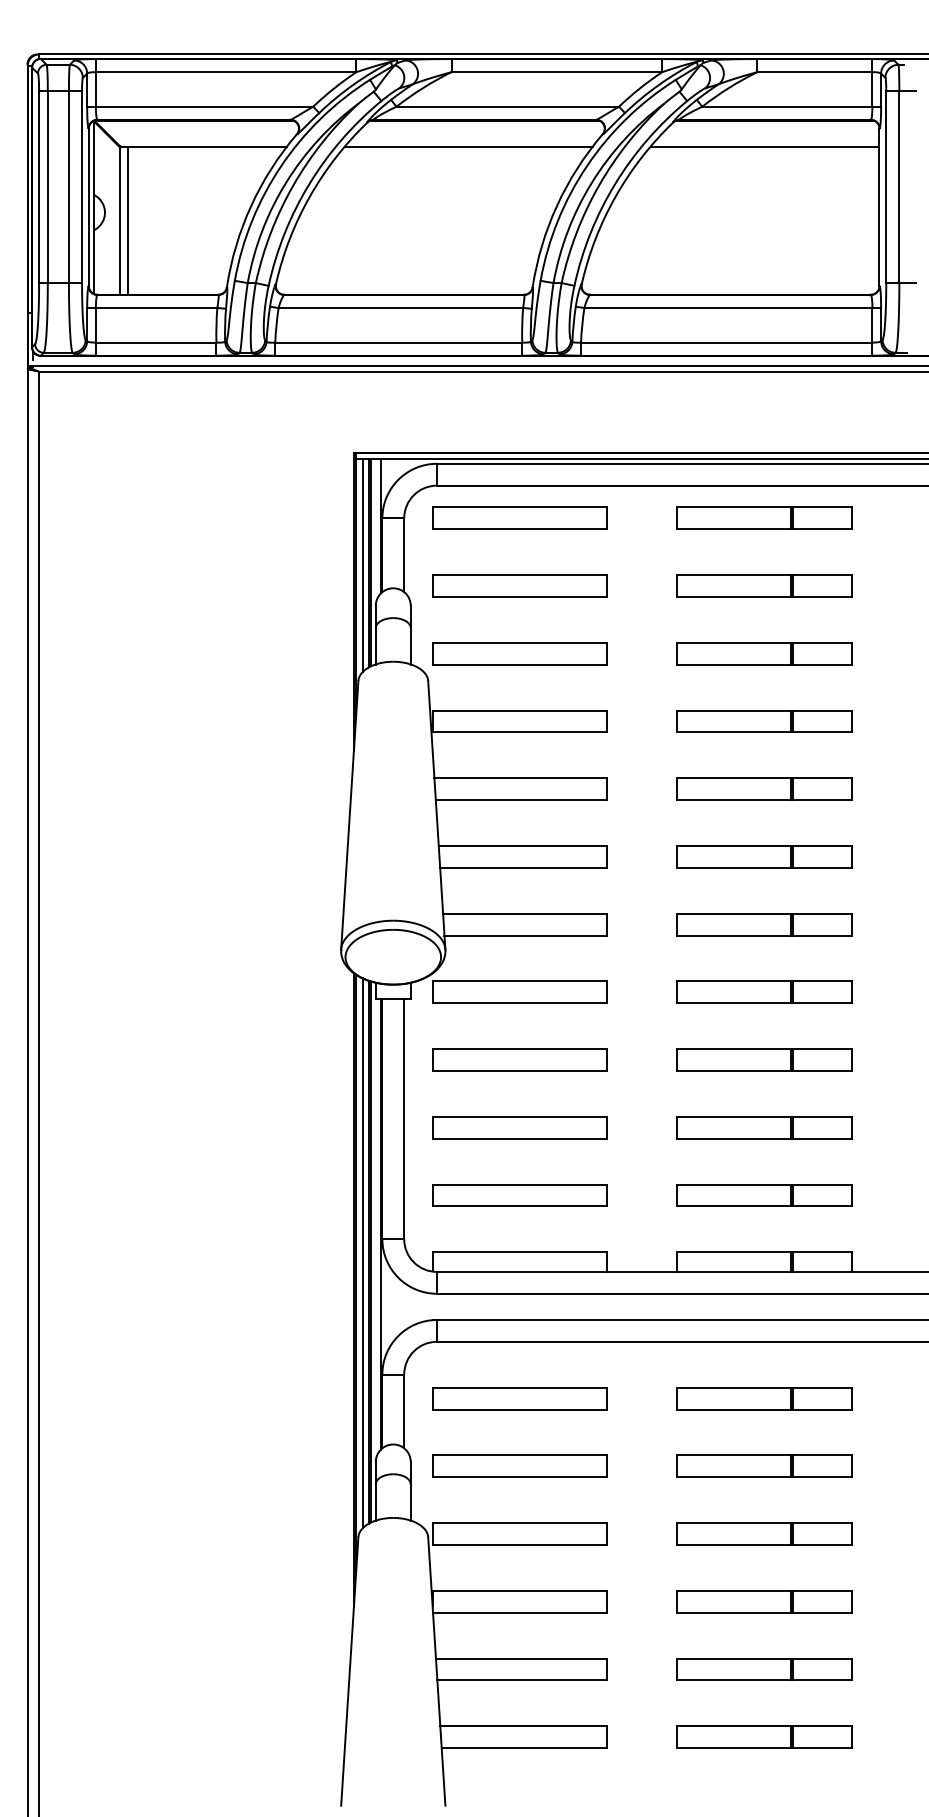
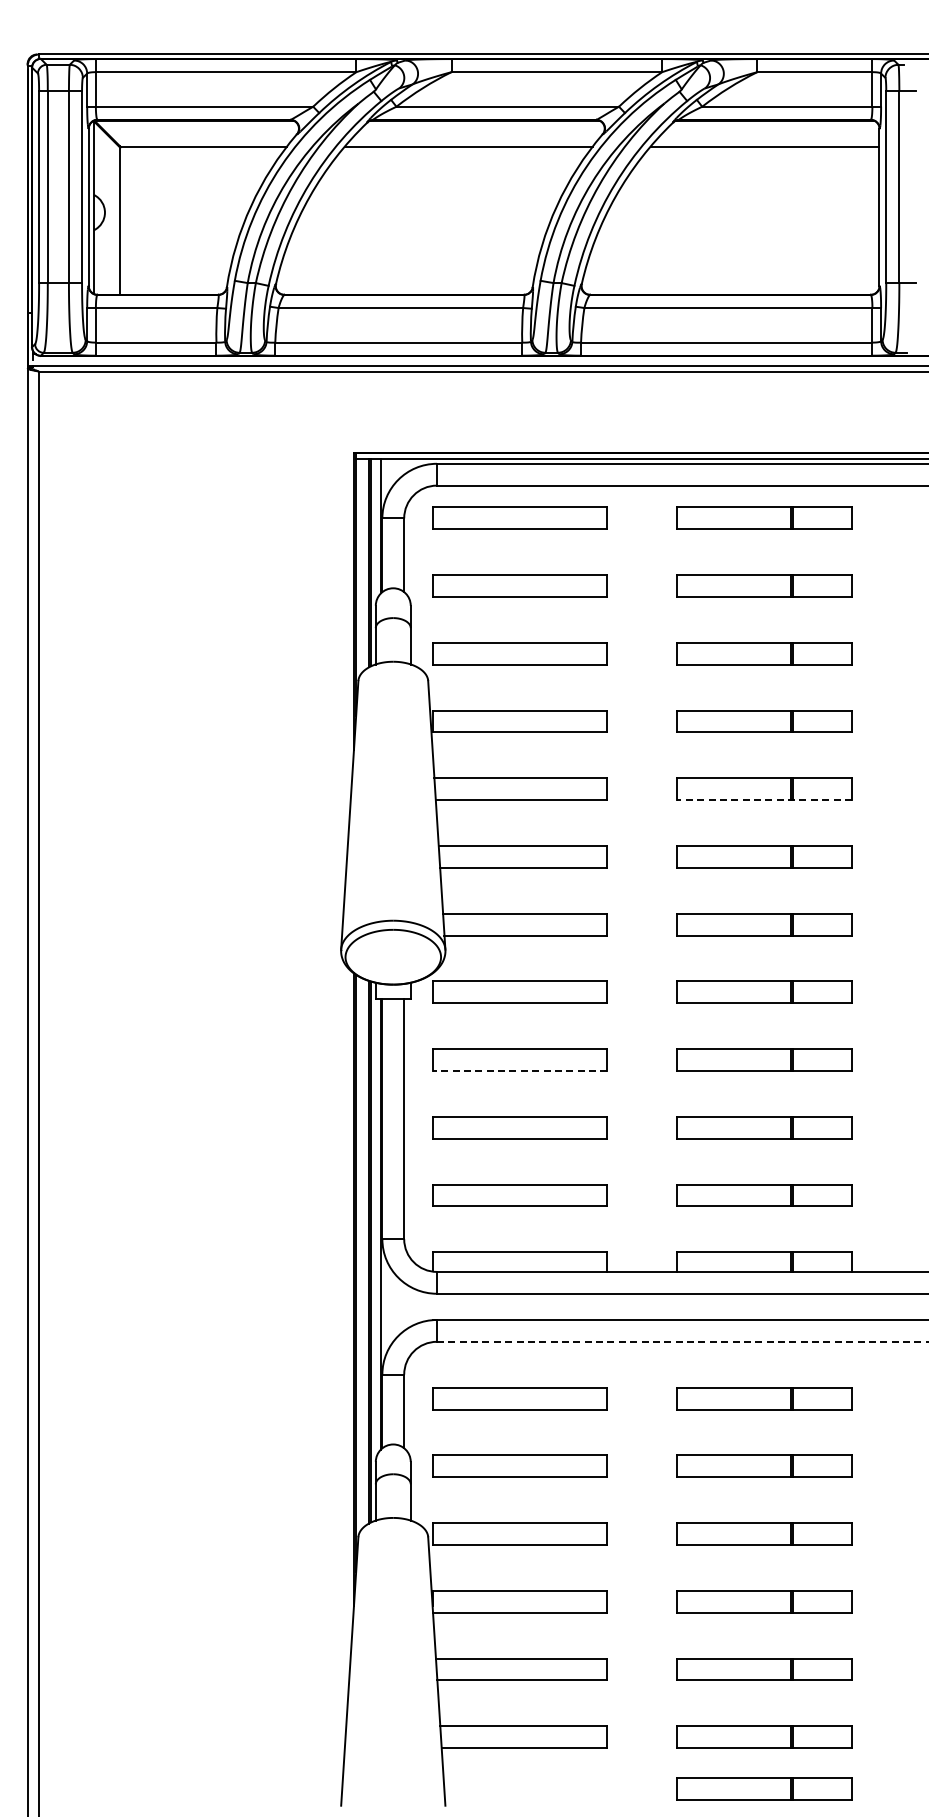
line at (128, 220): present -> none
line at (362, 565): present -> none
line at (764, 800): solid -> dashed
line at (519, 1070): solid -> dashed
line at (362, 1253): present -> none
line at (682, 1341): solid -> dashed
part at (764, 1788): none -> present
